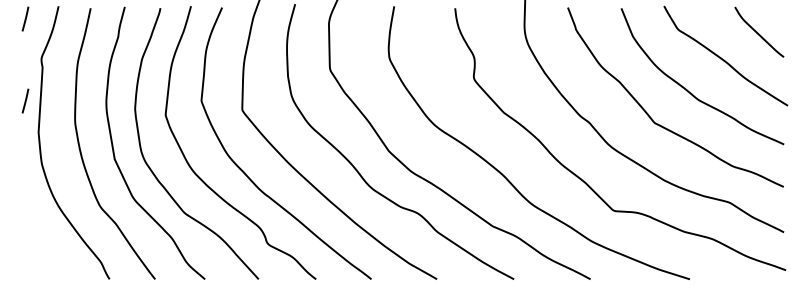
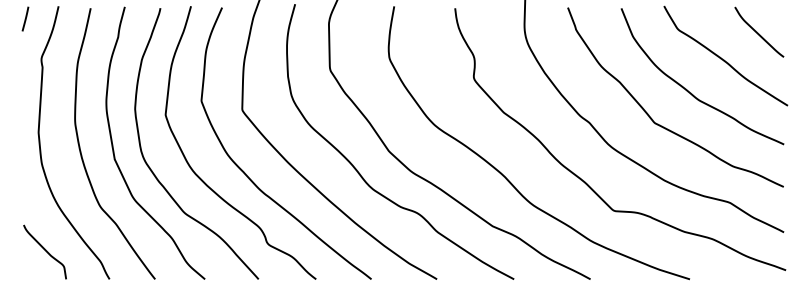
line at (25, 100): present -> none
curve at (44, 250): none -> present
